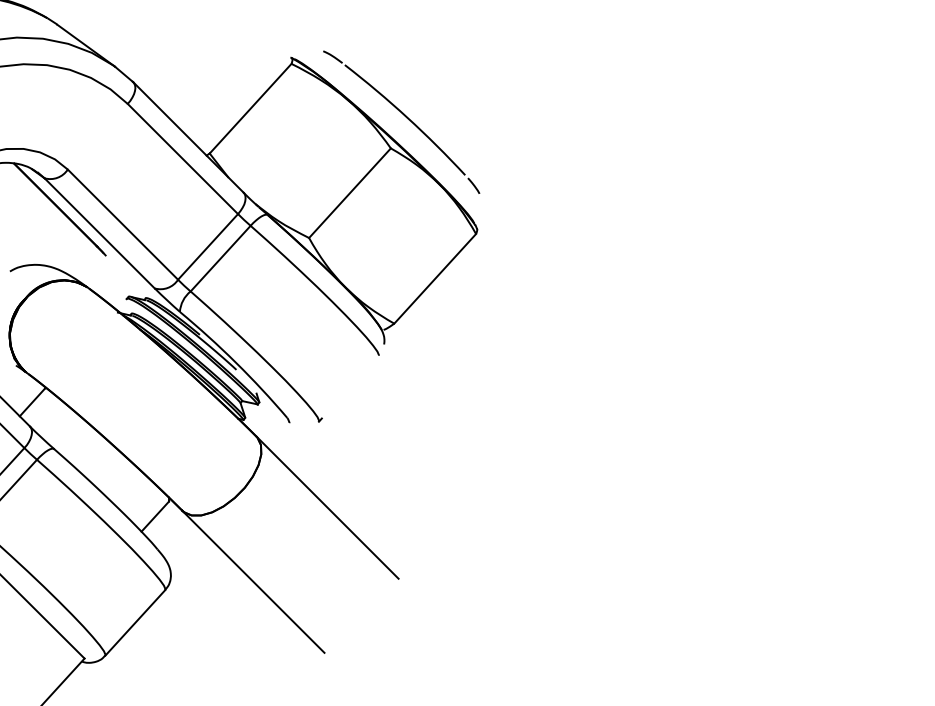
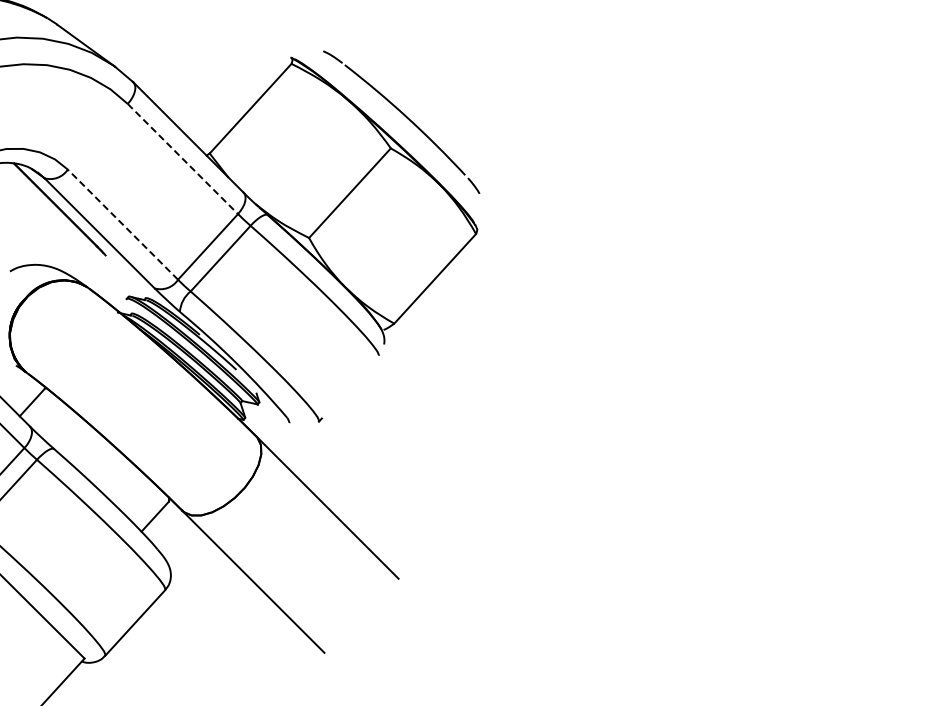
line at (182, 159): solid -> dashed
line at (122, 224): solid -> dashed
